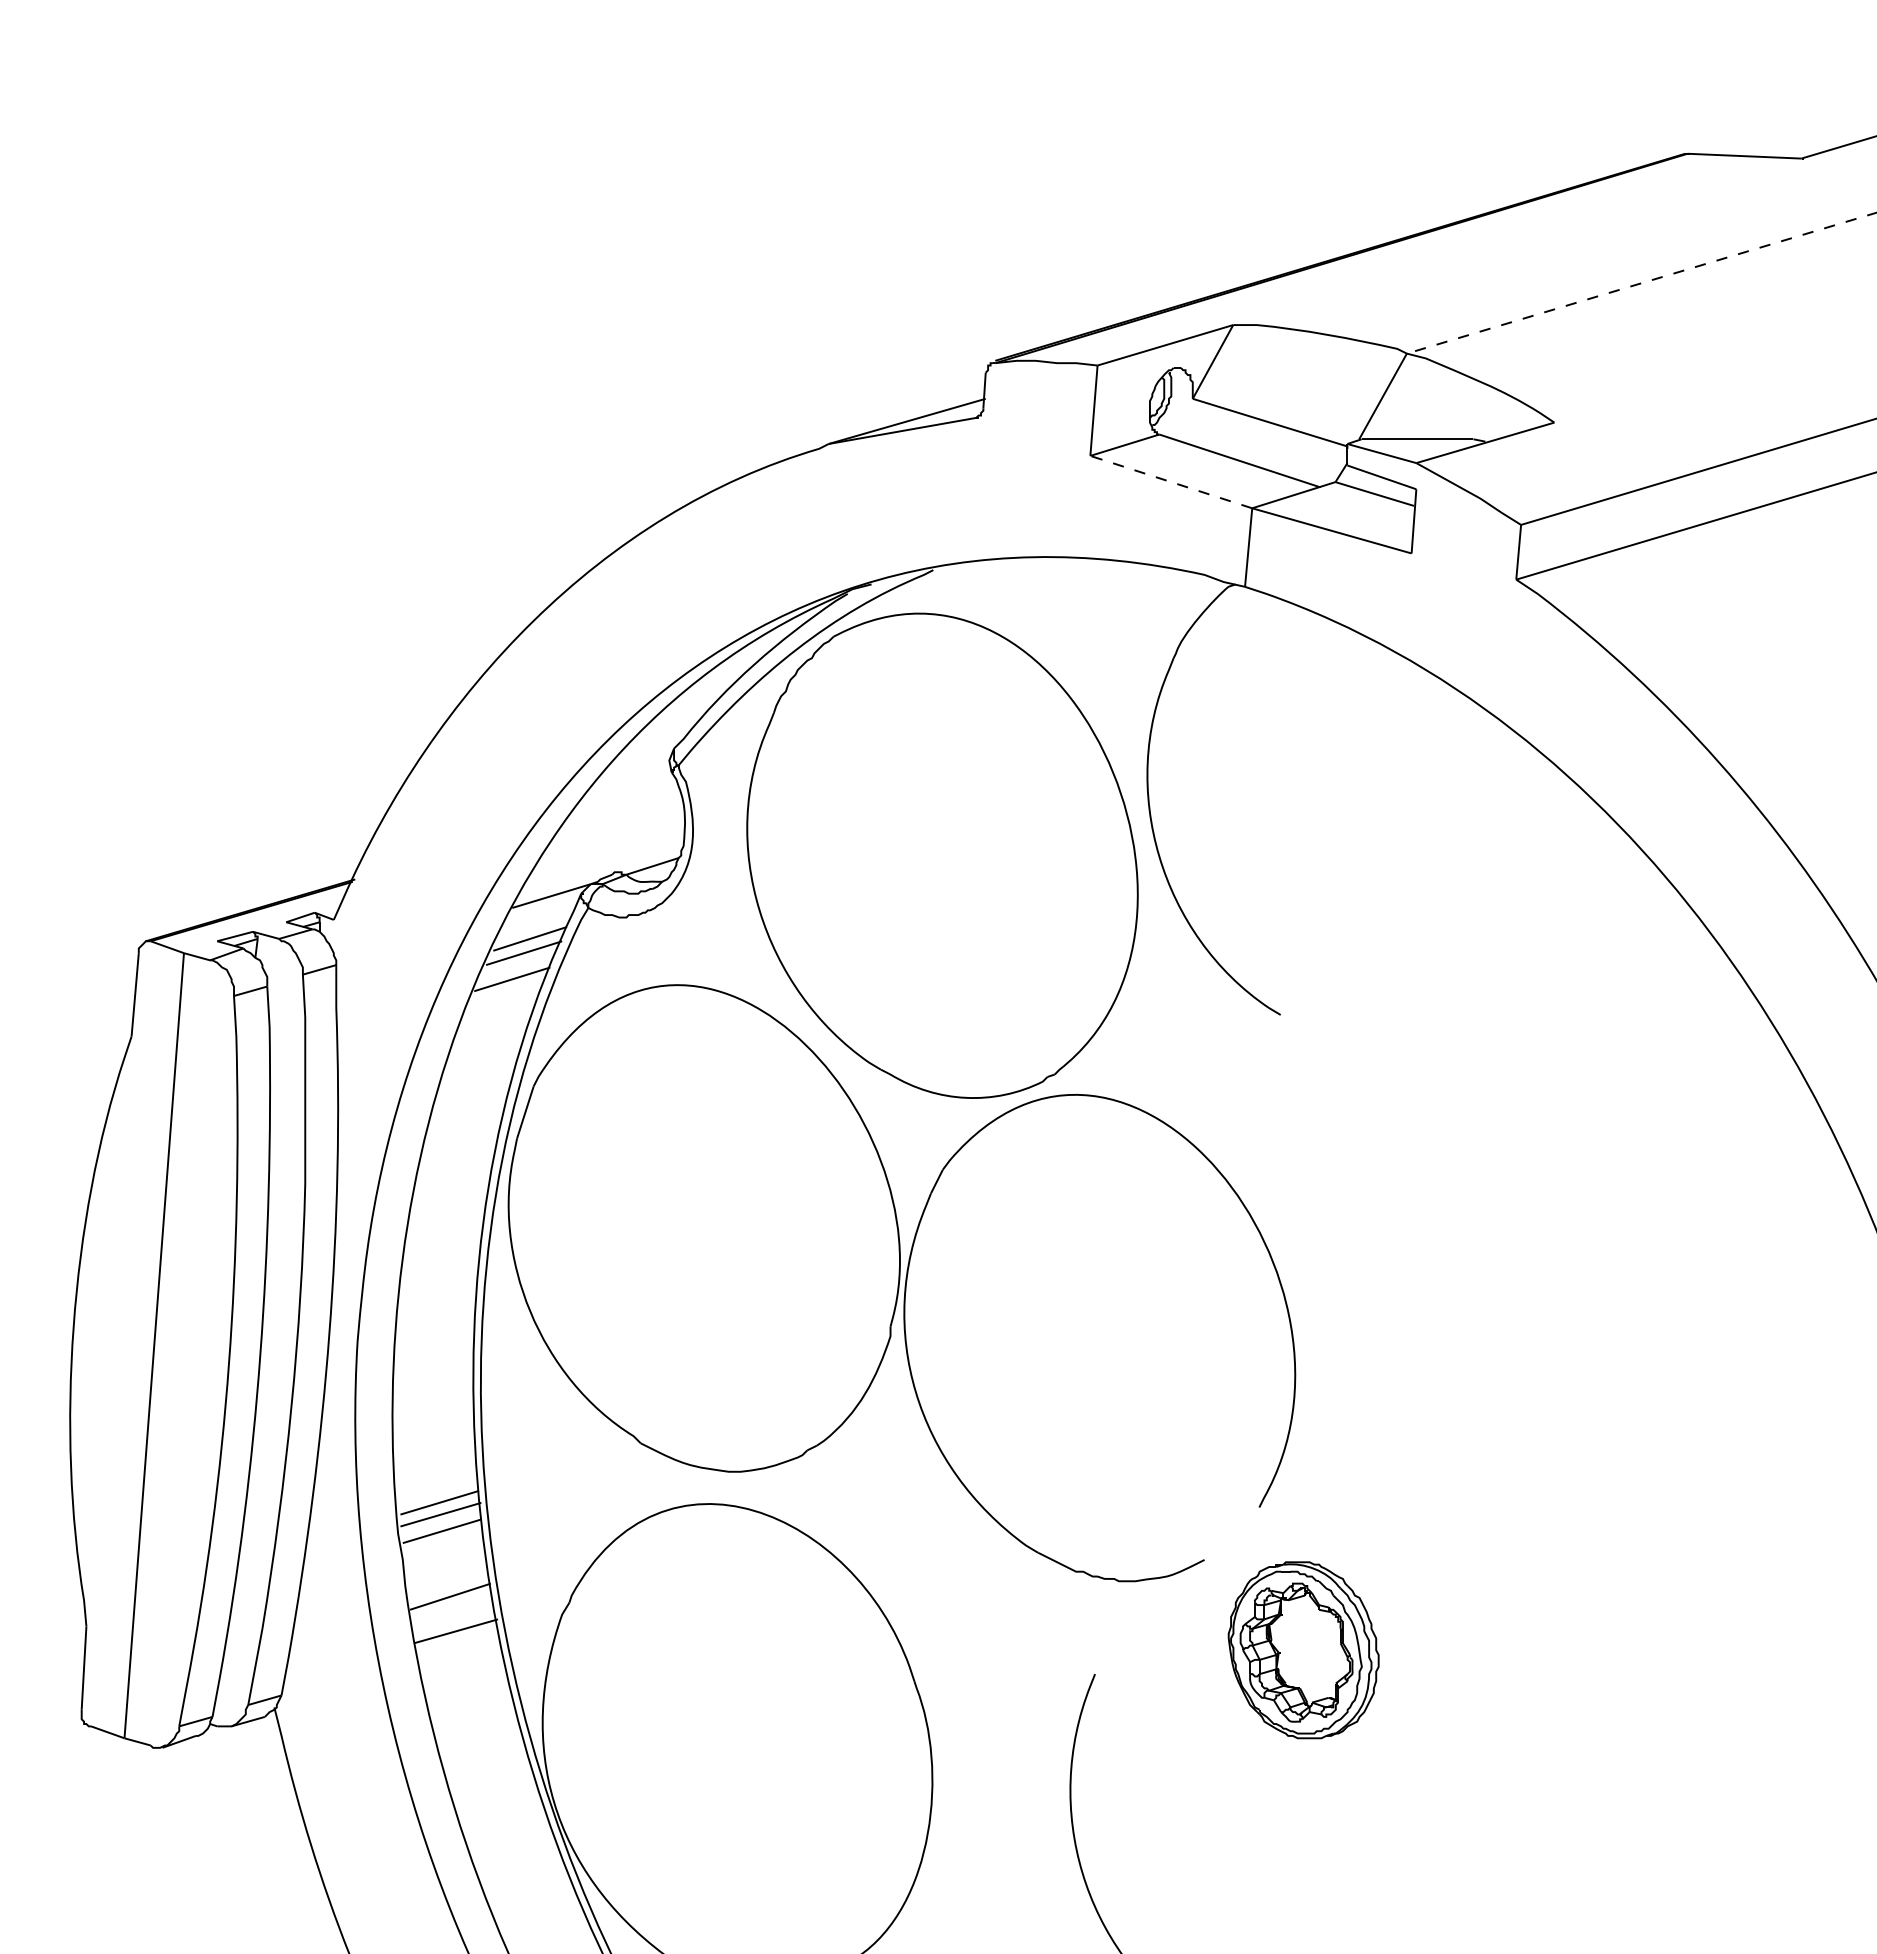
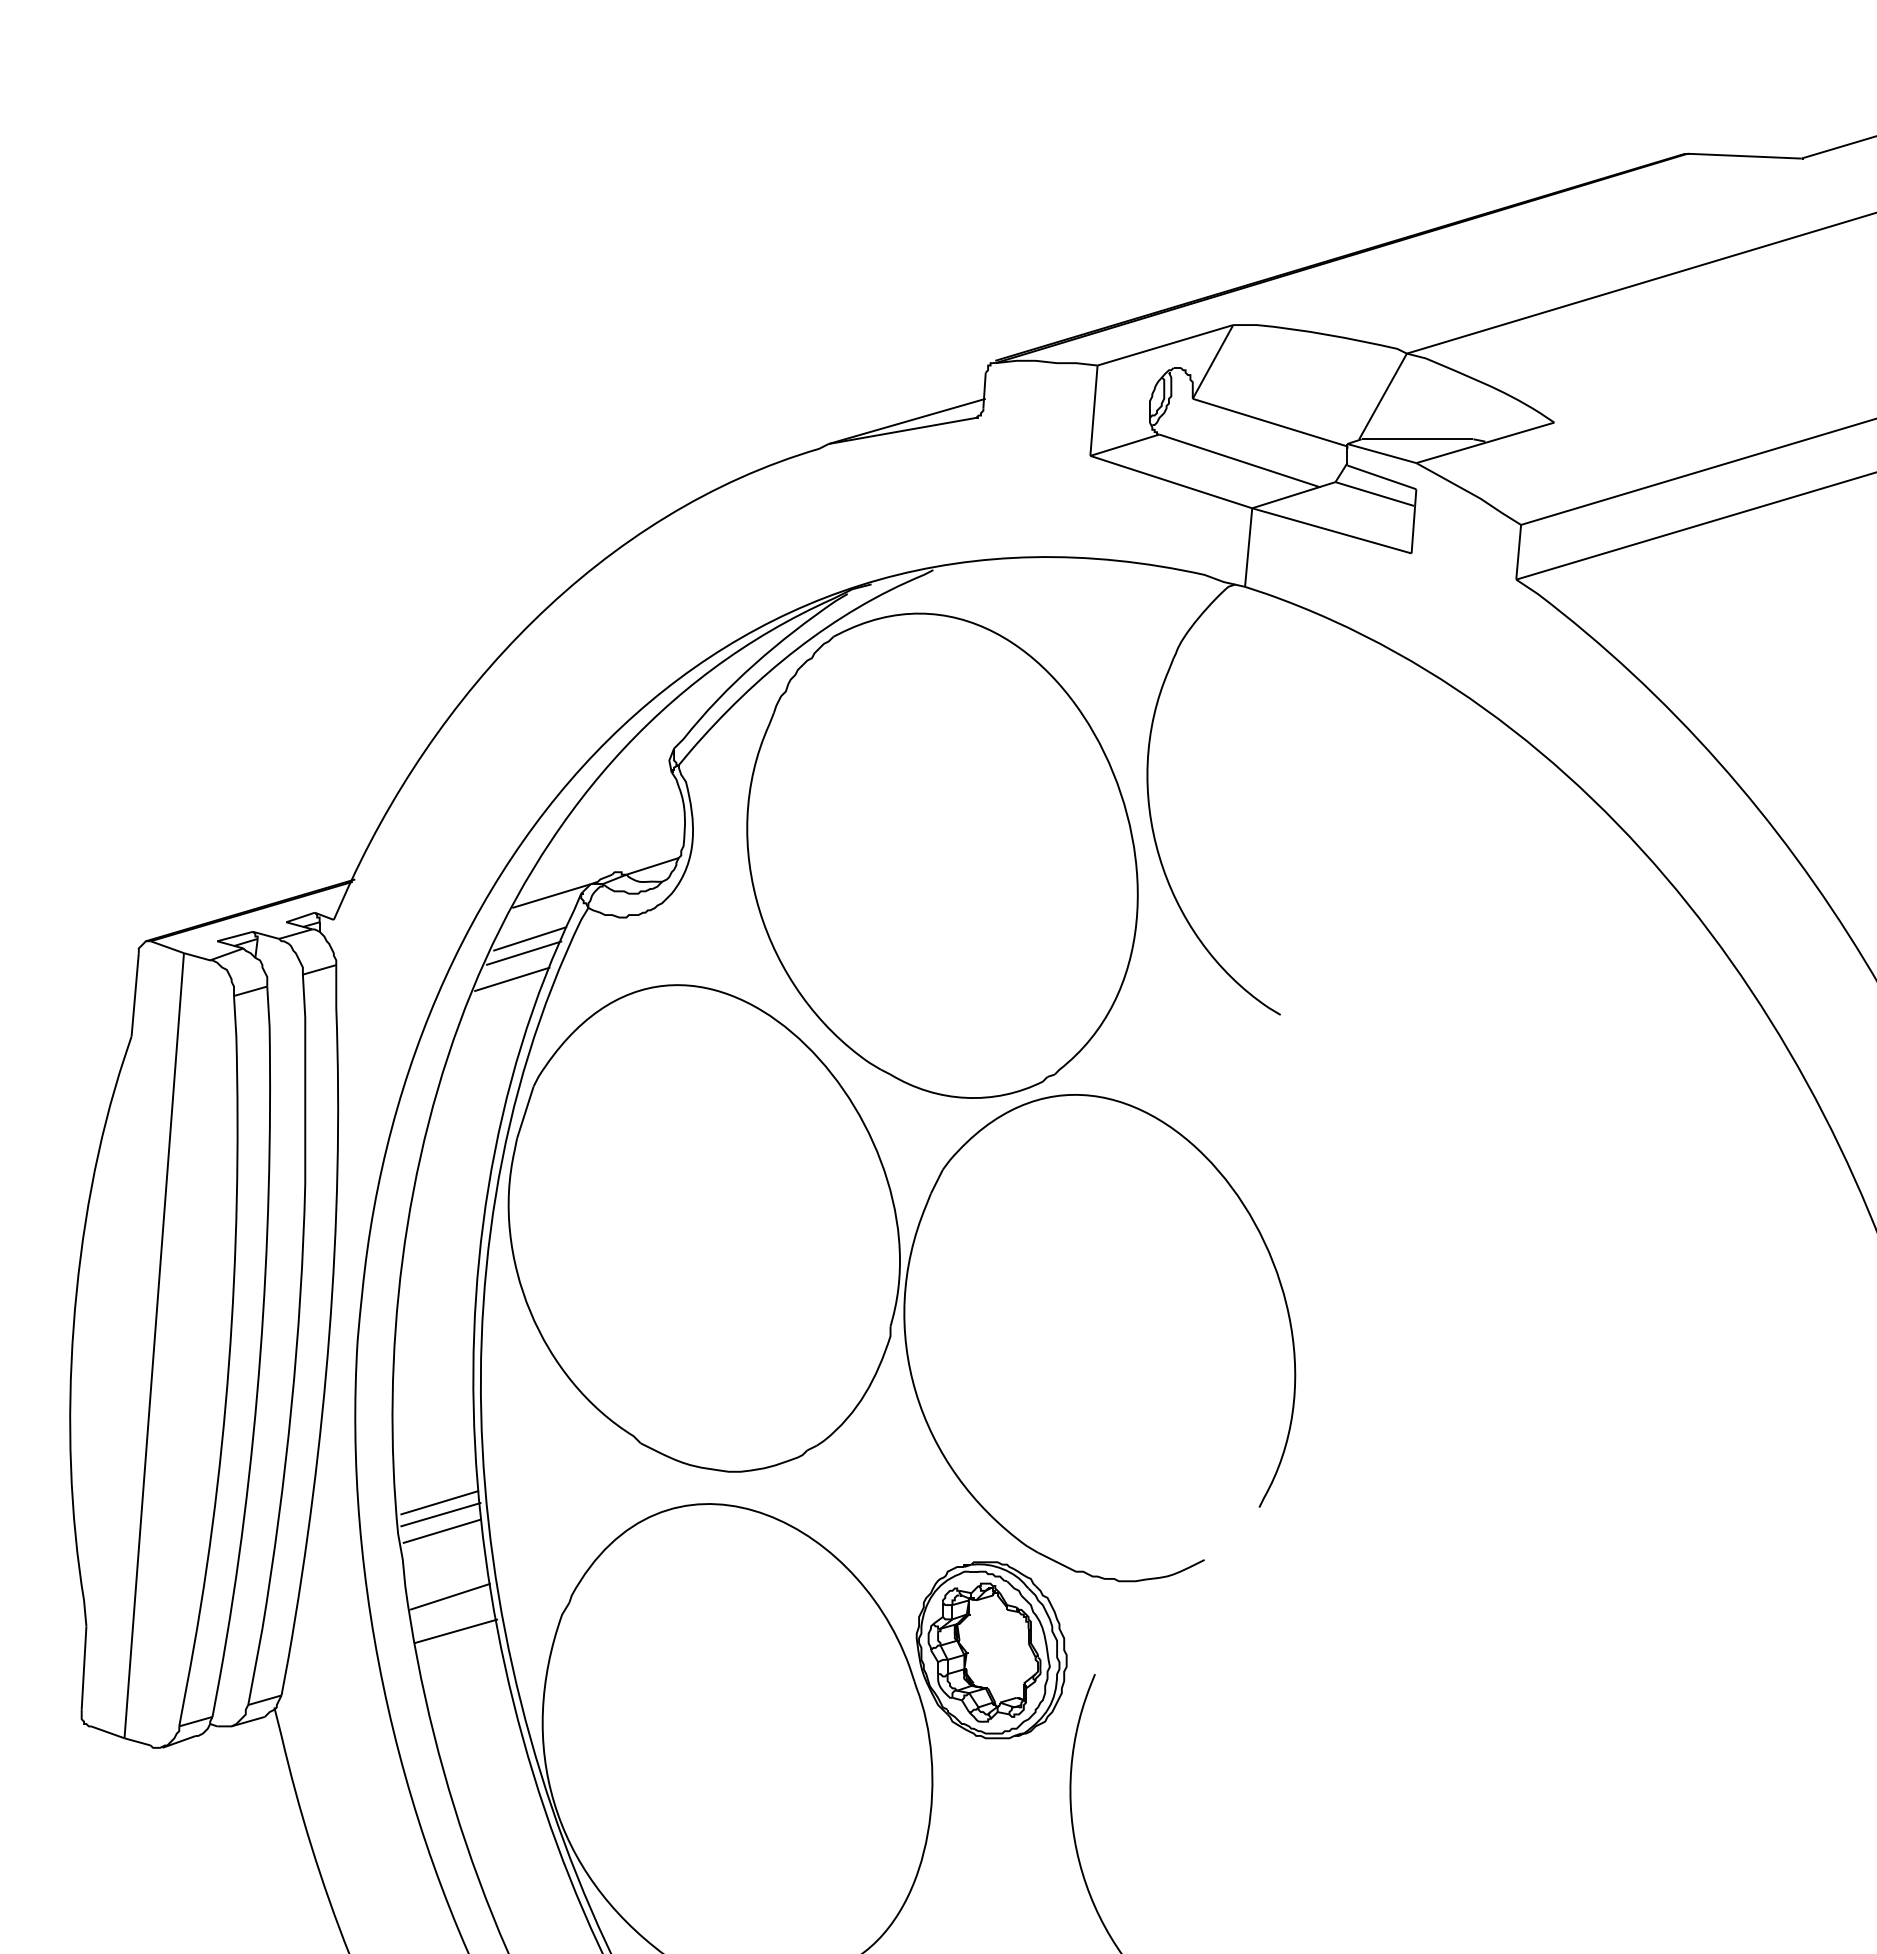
line at (1641, 283): dashed -> solid
line at (1170, 481): dashed -> solid
part at (1303, 1650) position: (1303, 1650) -> (991, 1650)
